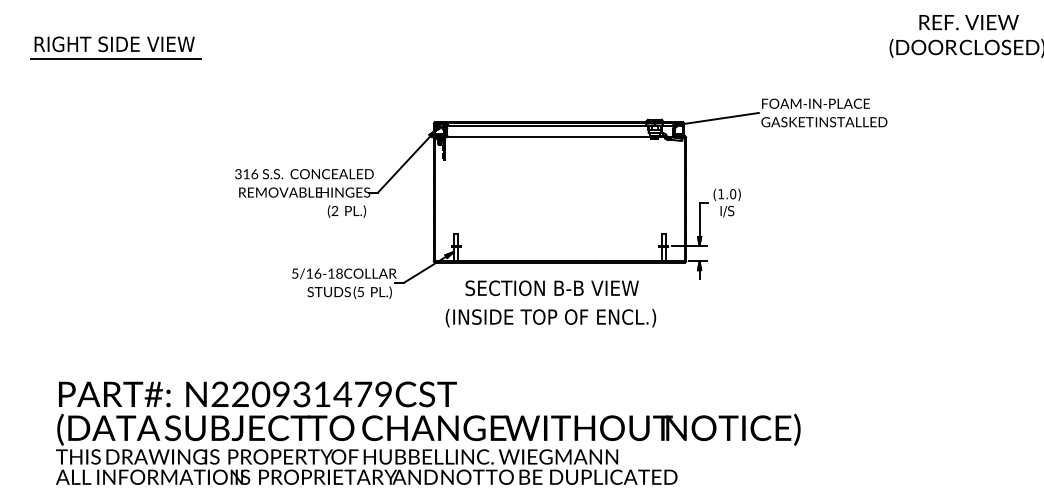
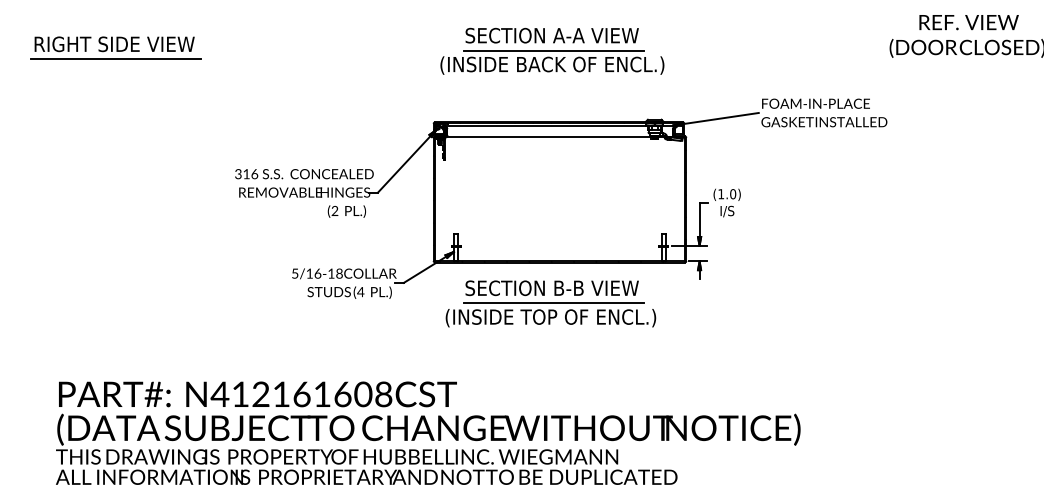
part at (552, 50): none -> present
text at (360, 292): (5 -> (4
line at (553, 303): none -> present
text at (301, 394): N220931479CST -> N412161608CST
